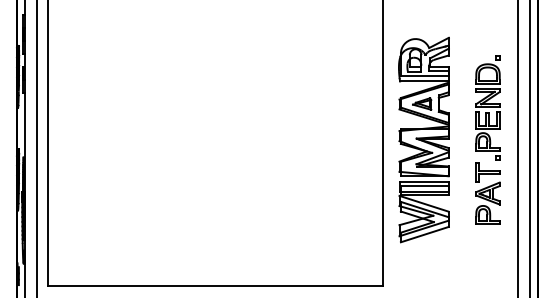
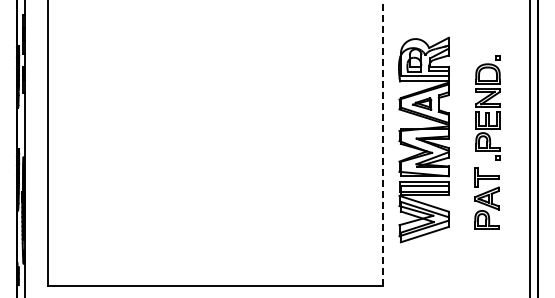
line at (382, 143): solid -> dashed
line at (36, 148): present -> none
line at (518, 148): present -> none
part at (487, 193) position: (487, 193) -> (486, 198)
